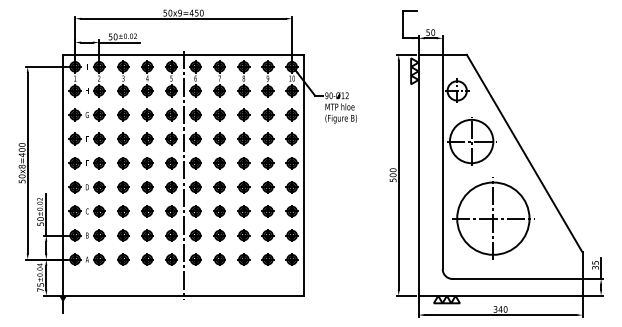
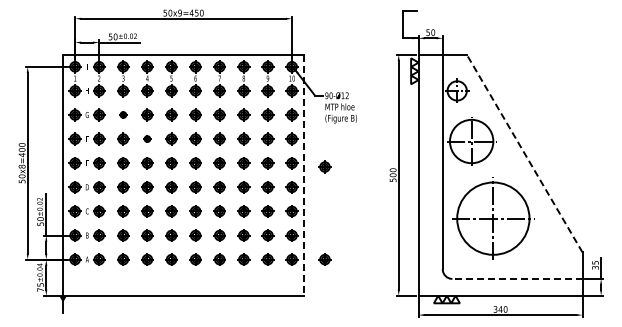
part at (123, 114) size: 13x14 px -> 9x8 px
part at (147, 138) size: 13x14 px -> 9x8 px
line at (524, 153): solid -> dashed
part at (324, 166): none -> present
line at (183, 174): present -> none
line at (304, 175): solid -> dashed
part at (324, 259): none -> present
line at (516, 278): solid -> dashed
